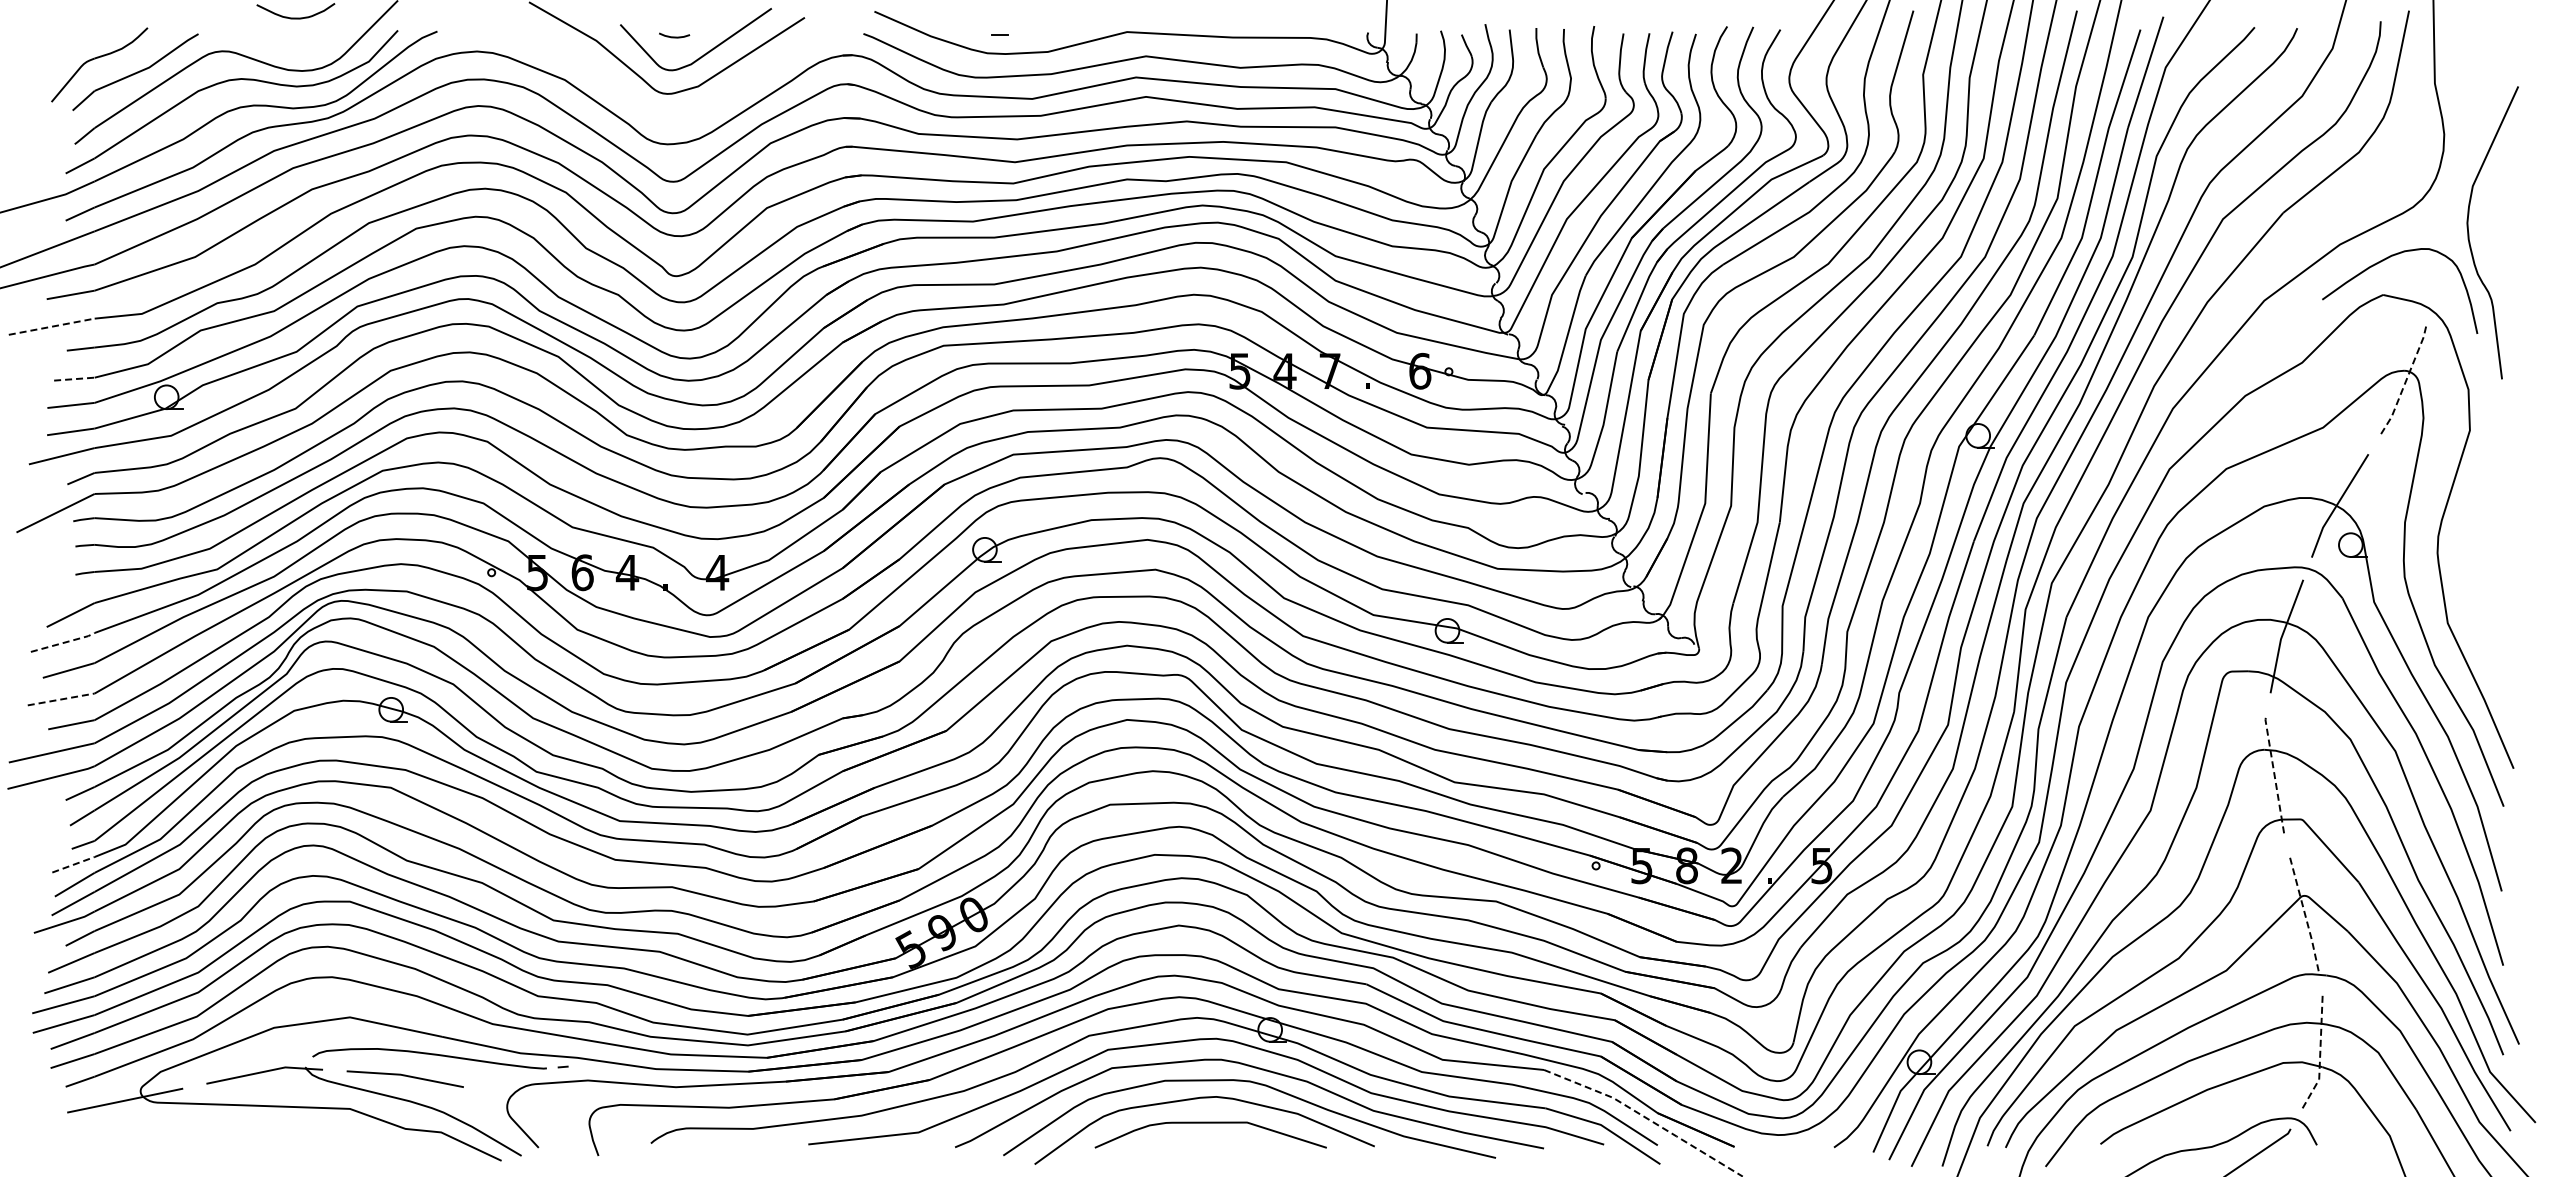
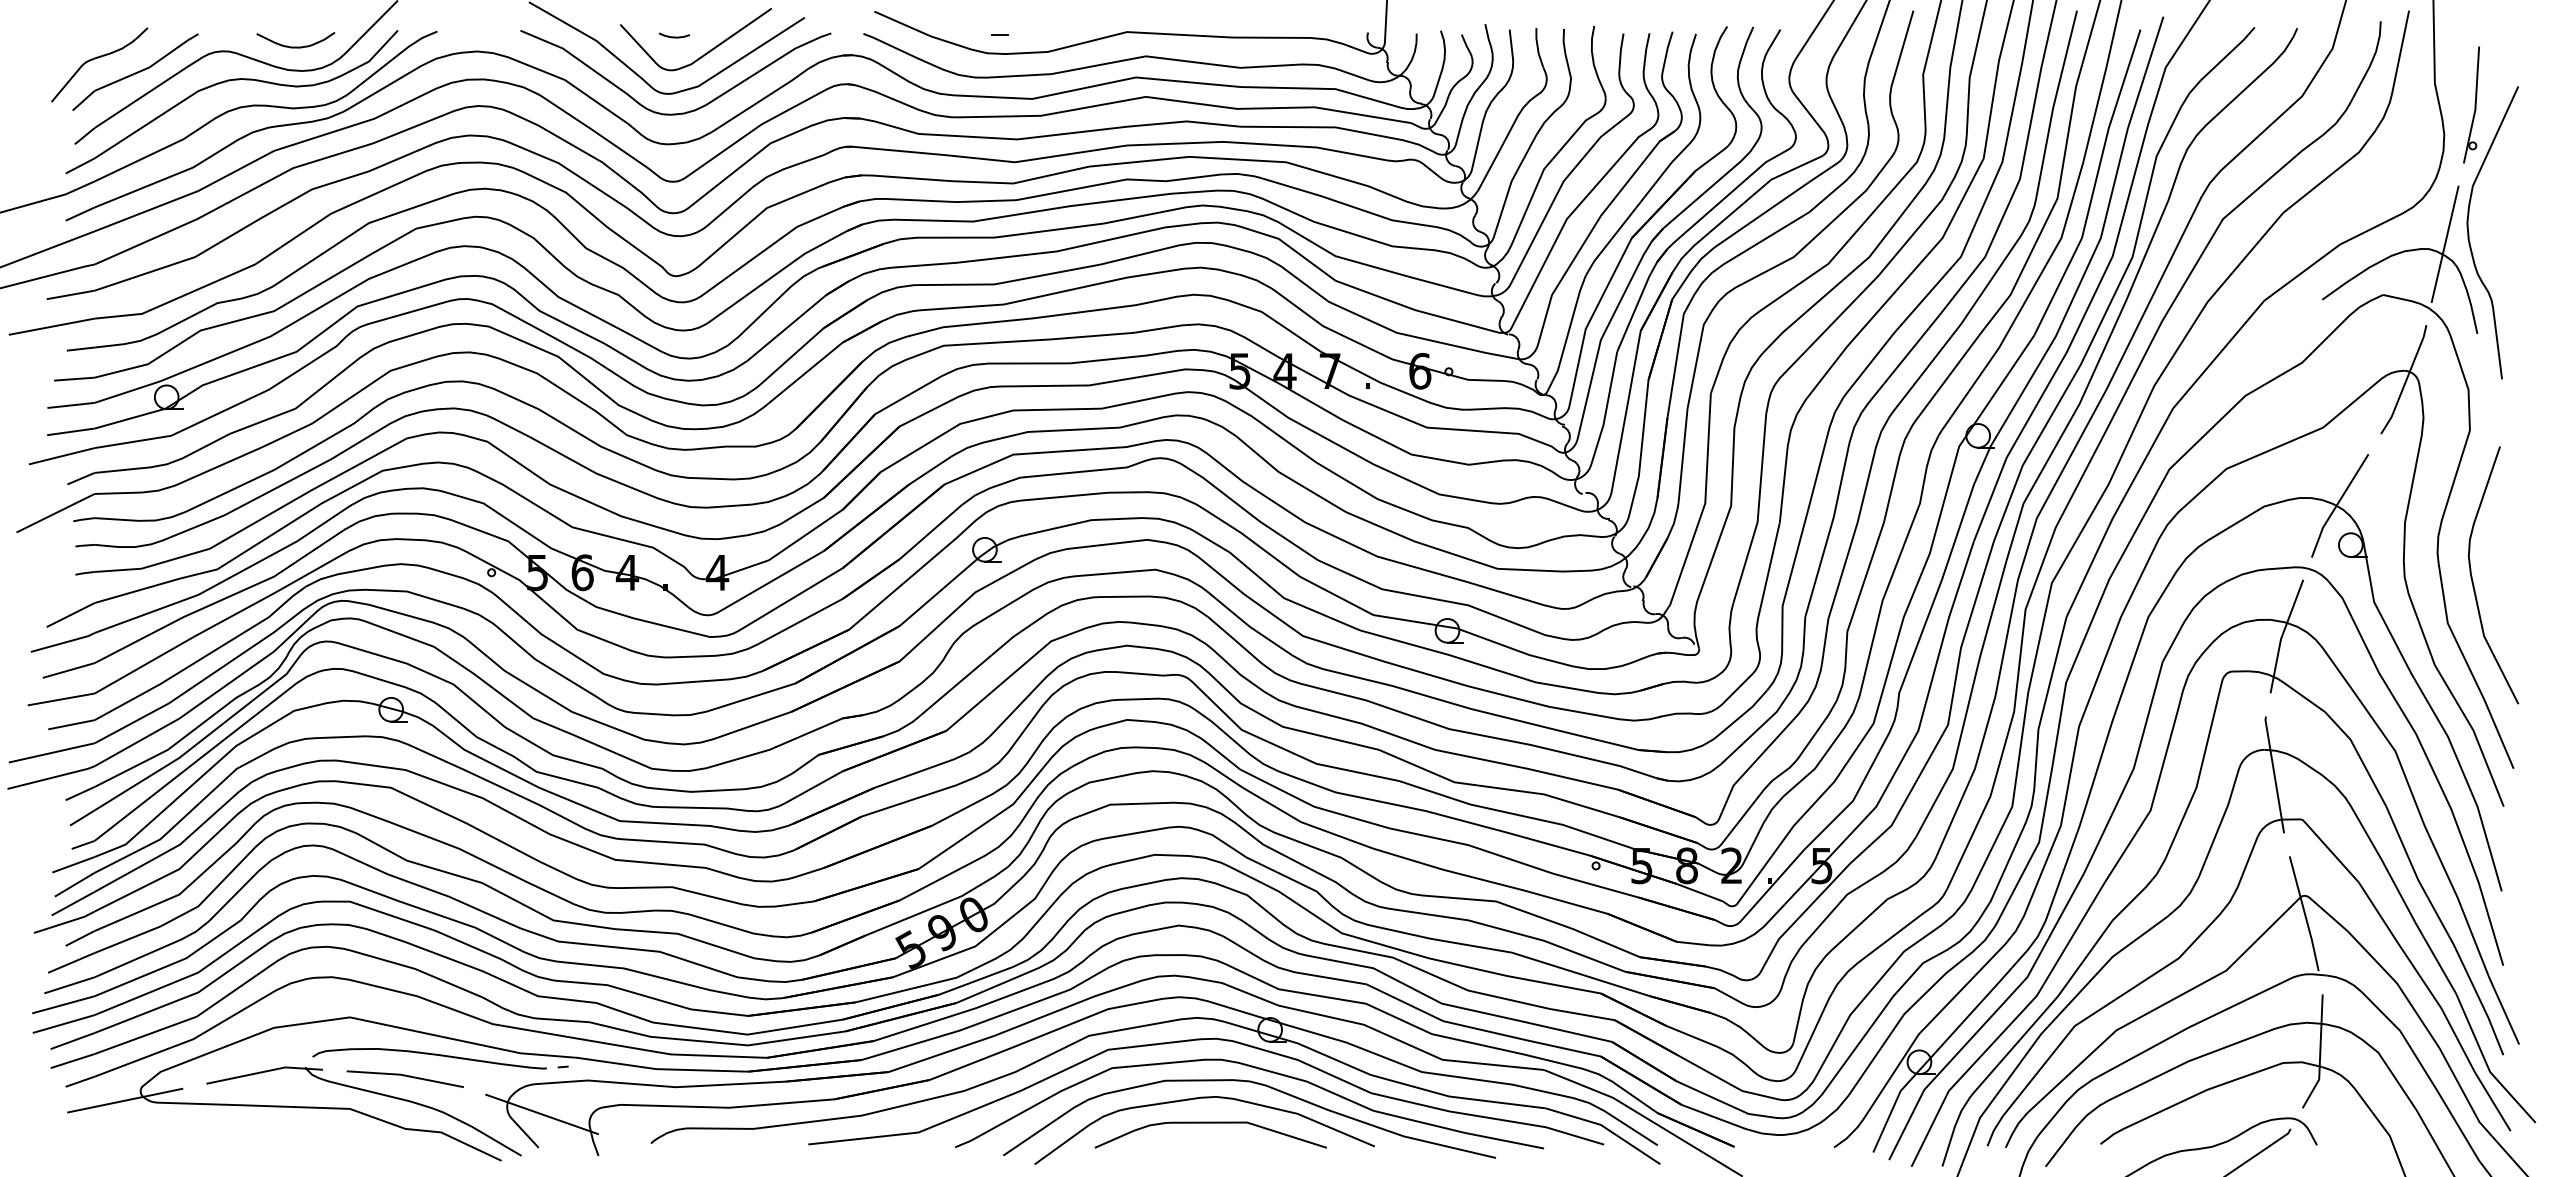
curve at (295, 17) position: (295, 17) -> (295, 46)
part at (2471, 104): none -> present
curve at (681, 112): none -> present
line at (2444, 244): none -> present
line at (51, 326): dashed -> solid
line at (74, 379): dashed -> solid
line at (2406, 380): dashed -> solid
curve at (2473, 580): none -> present
line at (64, 642): dashed -> solid
line at (61, 699): dashed -> solid
line at (2274, 773): dashed -> solid
line at (73, 864): dashed -> solid
line at (2305, 914): dashed -> solid
line at (2320, 1053): dashed -> solid
line at (542, 1114): none -> present
line at (1646, 1117): dashed -> solid
